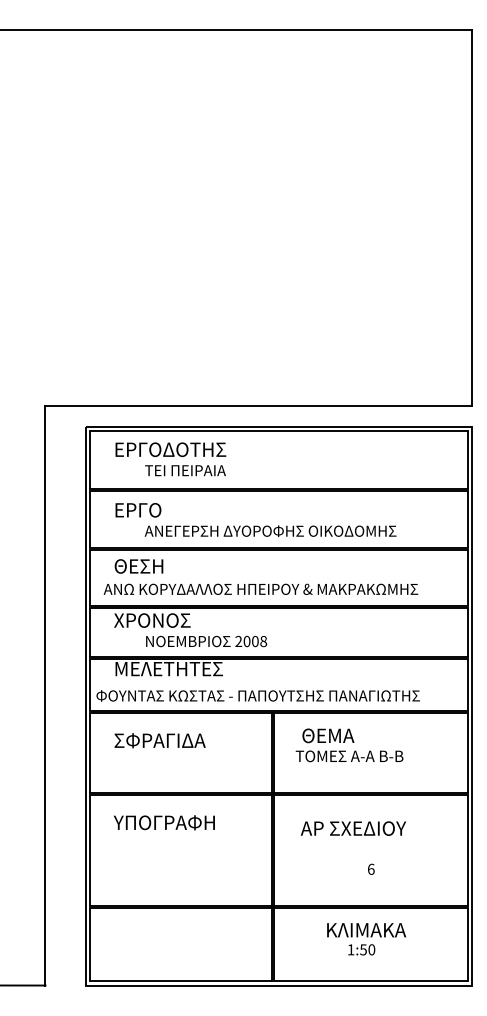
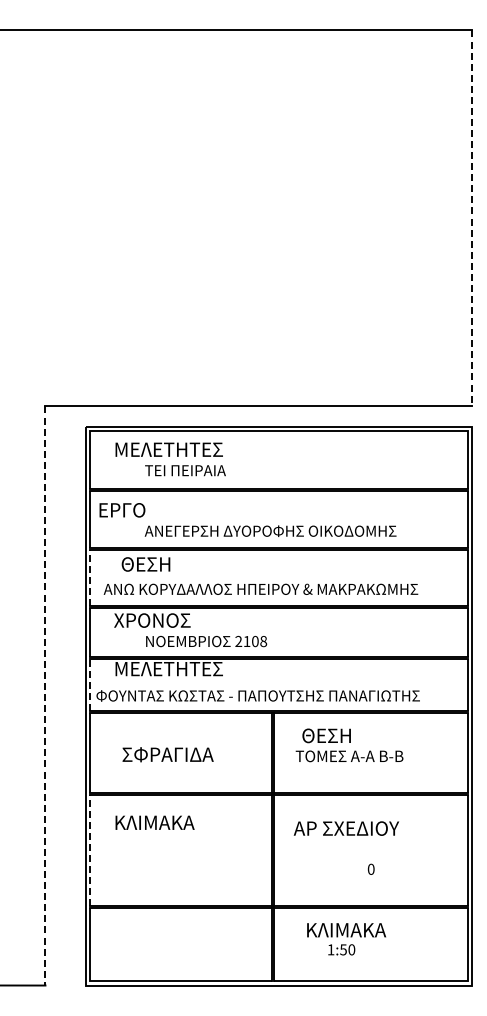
line at (472, 218): solid -> dashed
text at (171, 449): ΕΡΓΟΔΟΤΗΣ -> ΜΕΛΕΤΗΤΕΣ
text at (138, 510) position: (138, 510) -> (122, 510)
text at (138, 566) position: (138, 566) -> (145, 564)
line at (90, 577): solid -> dashed
text at (246, 641): 2008 -> 2108
line at (90, 685): solid -> dashed
line at (45, 695): solid -> dashed
text at (341, 735): ΘΕΜΑ -> ΘΕΣΗ
text at (159, 740) position: (159, 740) -> (167, 754)
text at (164, 822): ΥΠΟΓΡΑΦΗ -> ΚΛΙΜΑΚΑ
text at (352, 828) position: (352, 828) -> (345, 828)
line at (90, 850): solid -> dashed
text at (370, 868): 6 -> 0
text at (366, 939) position: (366, 939) -> (346, 939)
